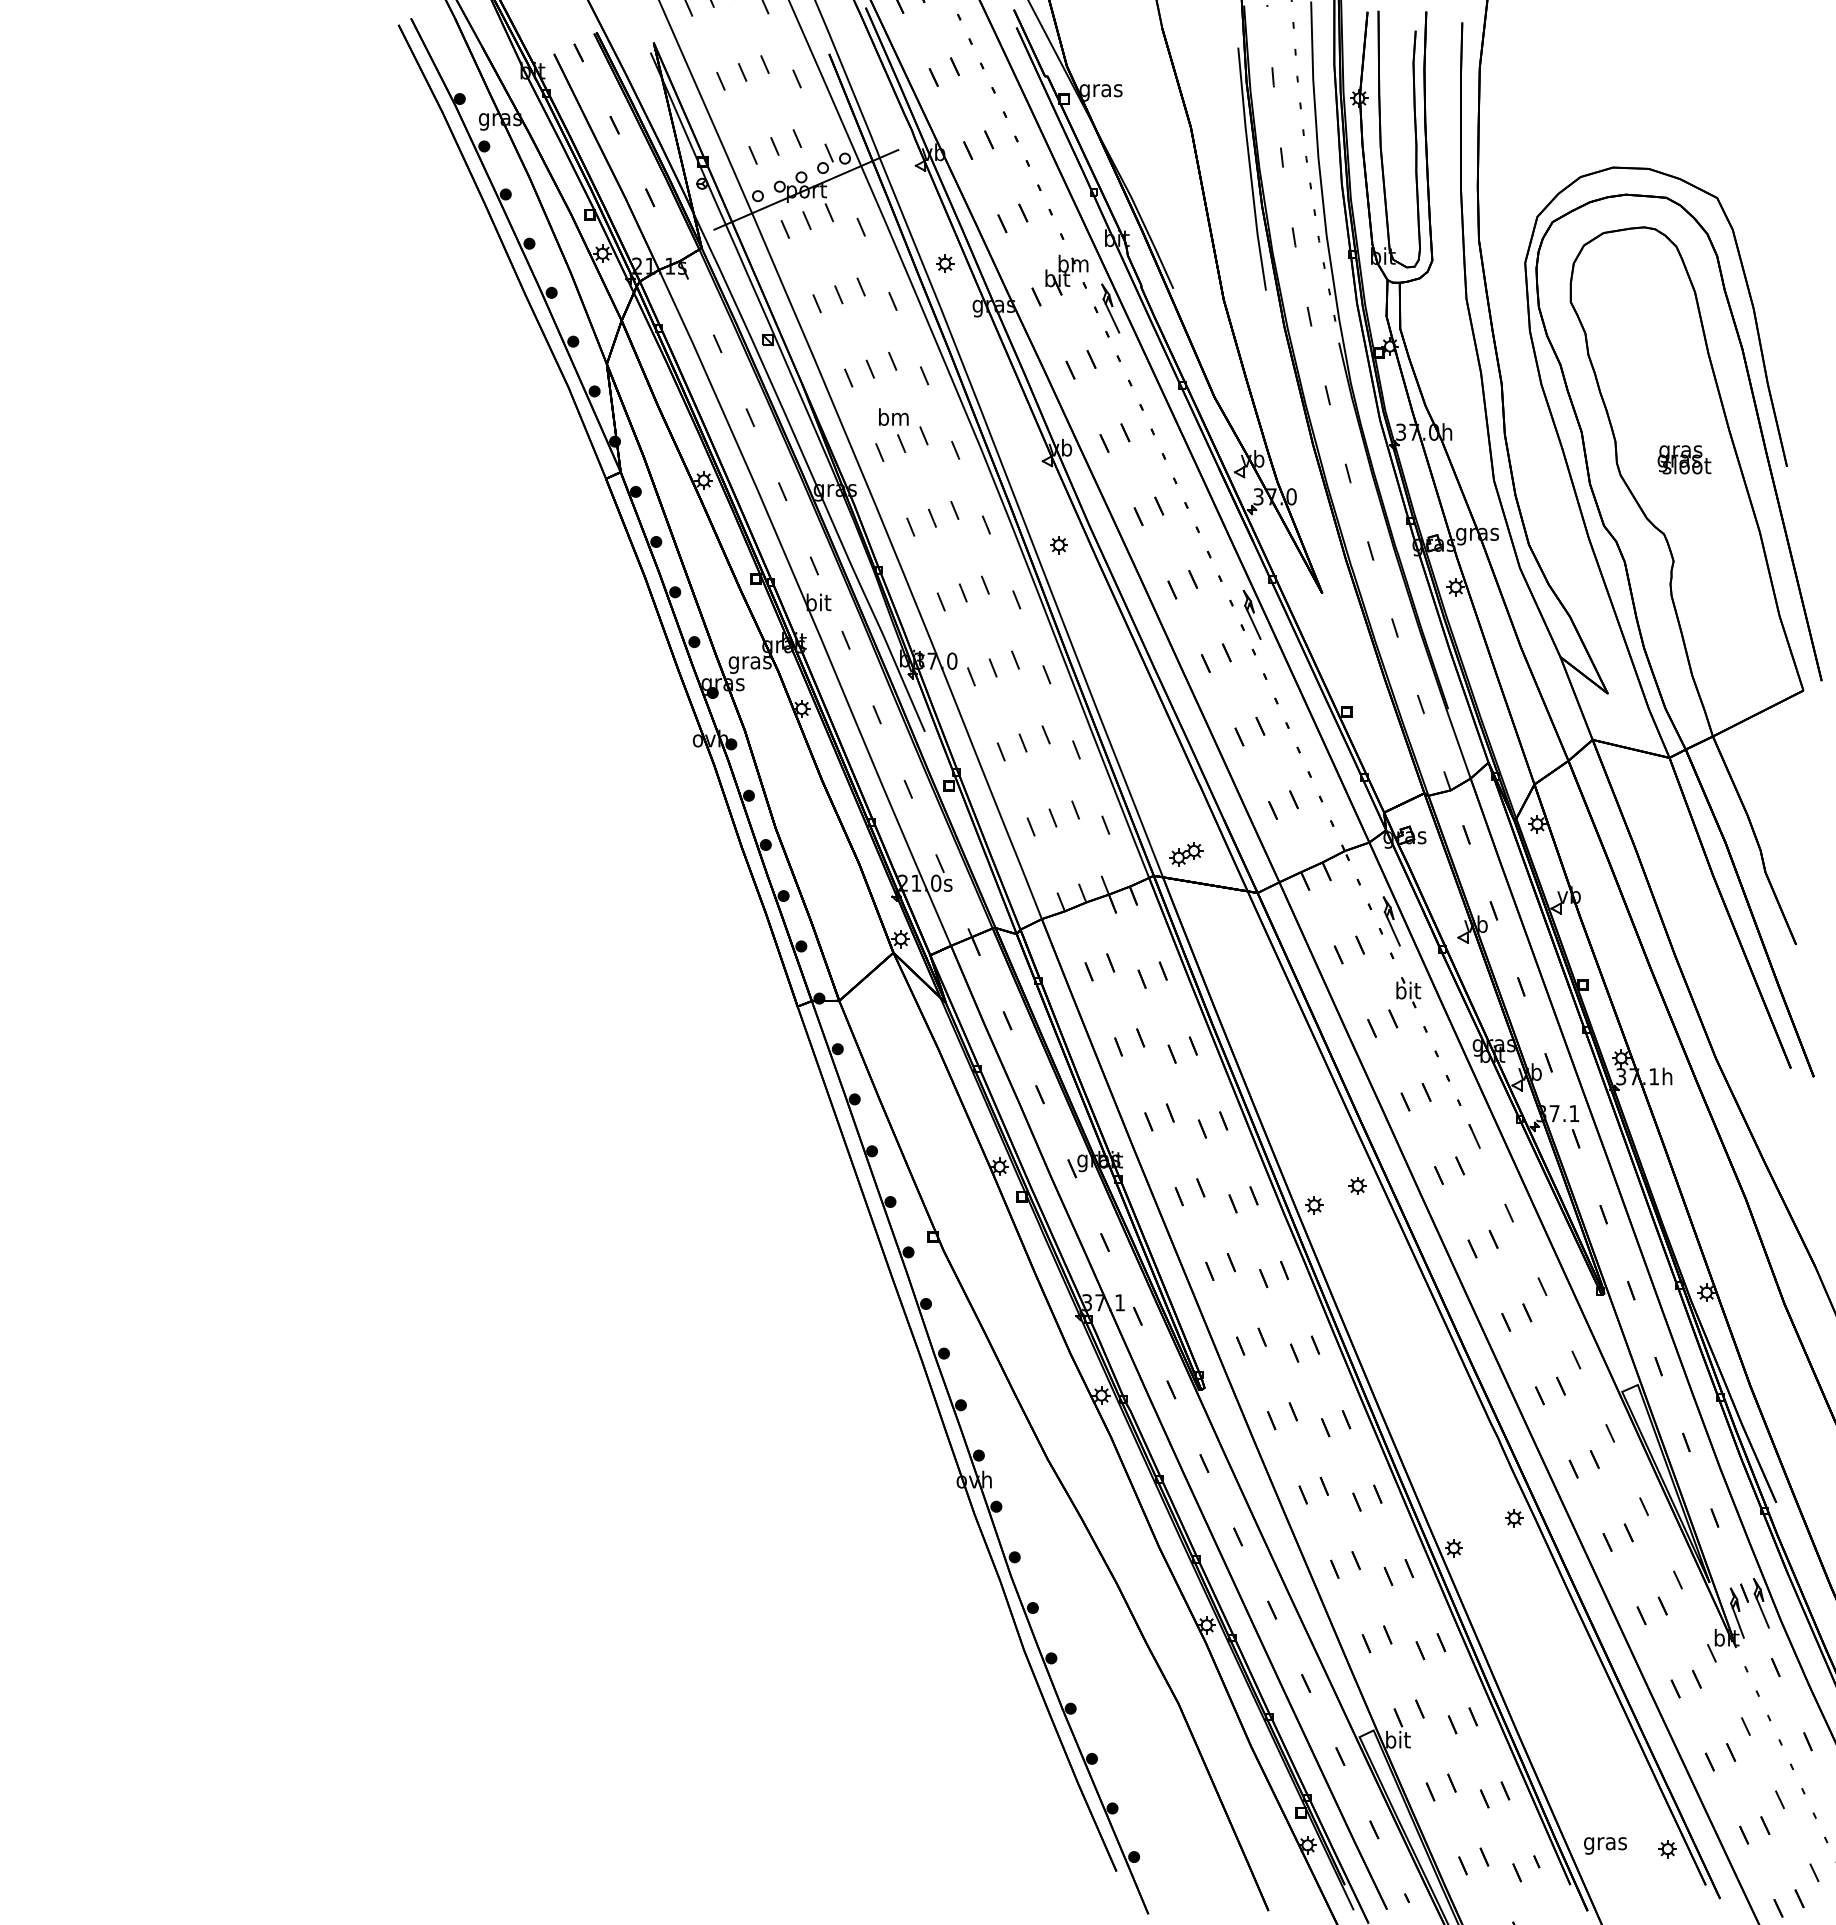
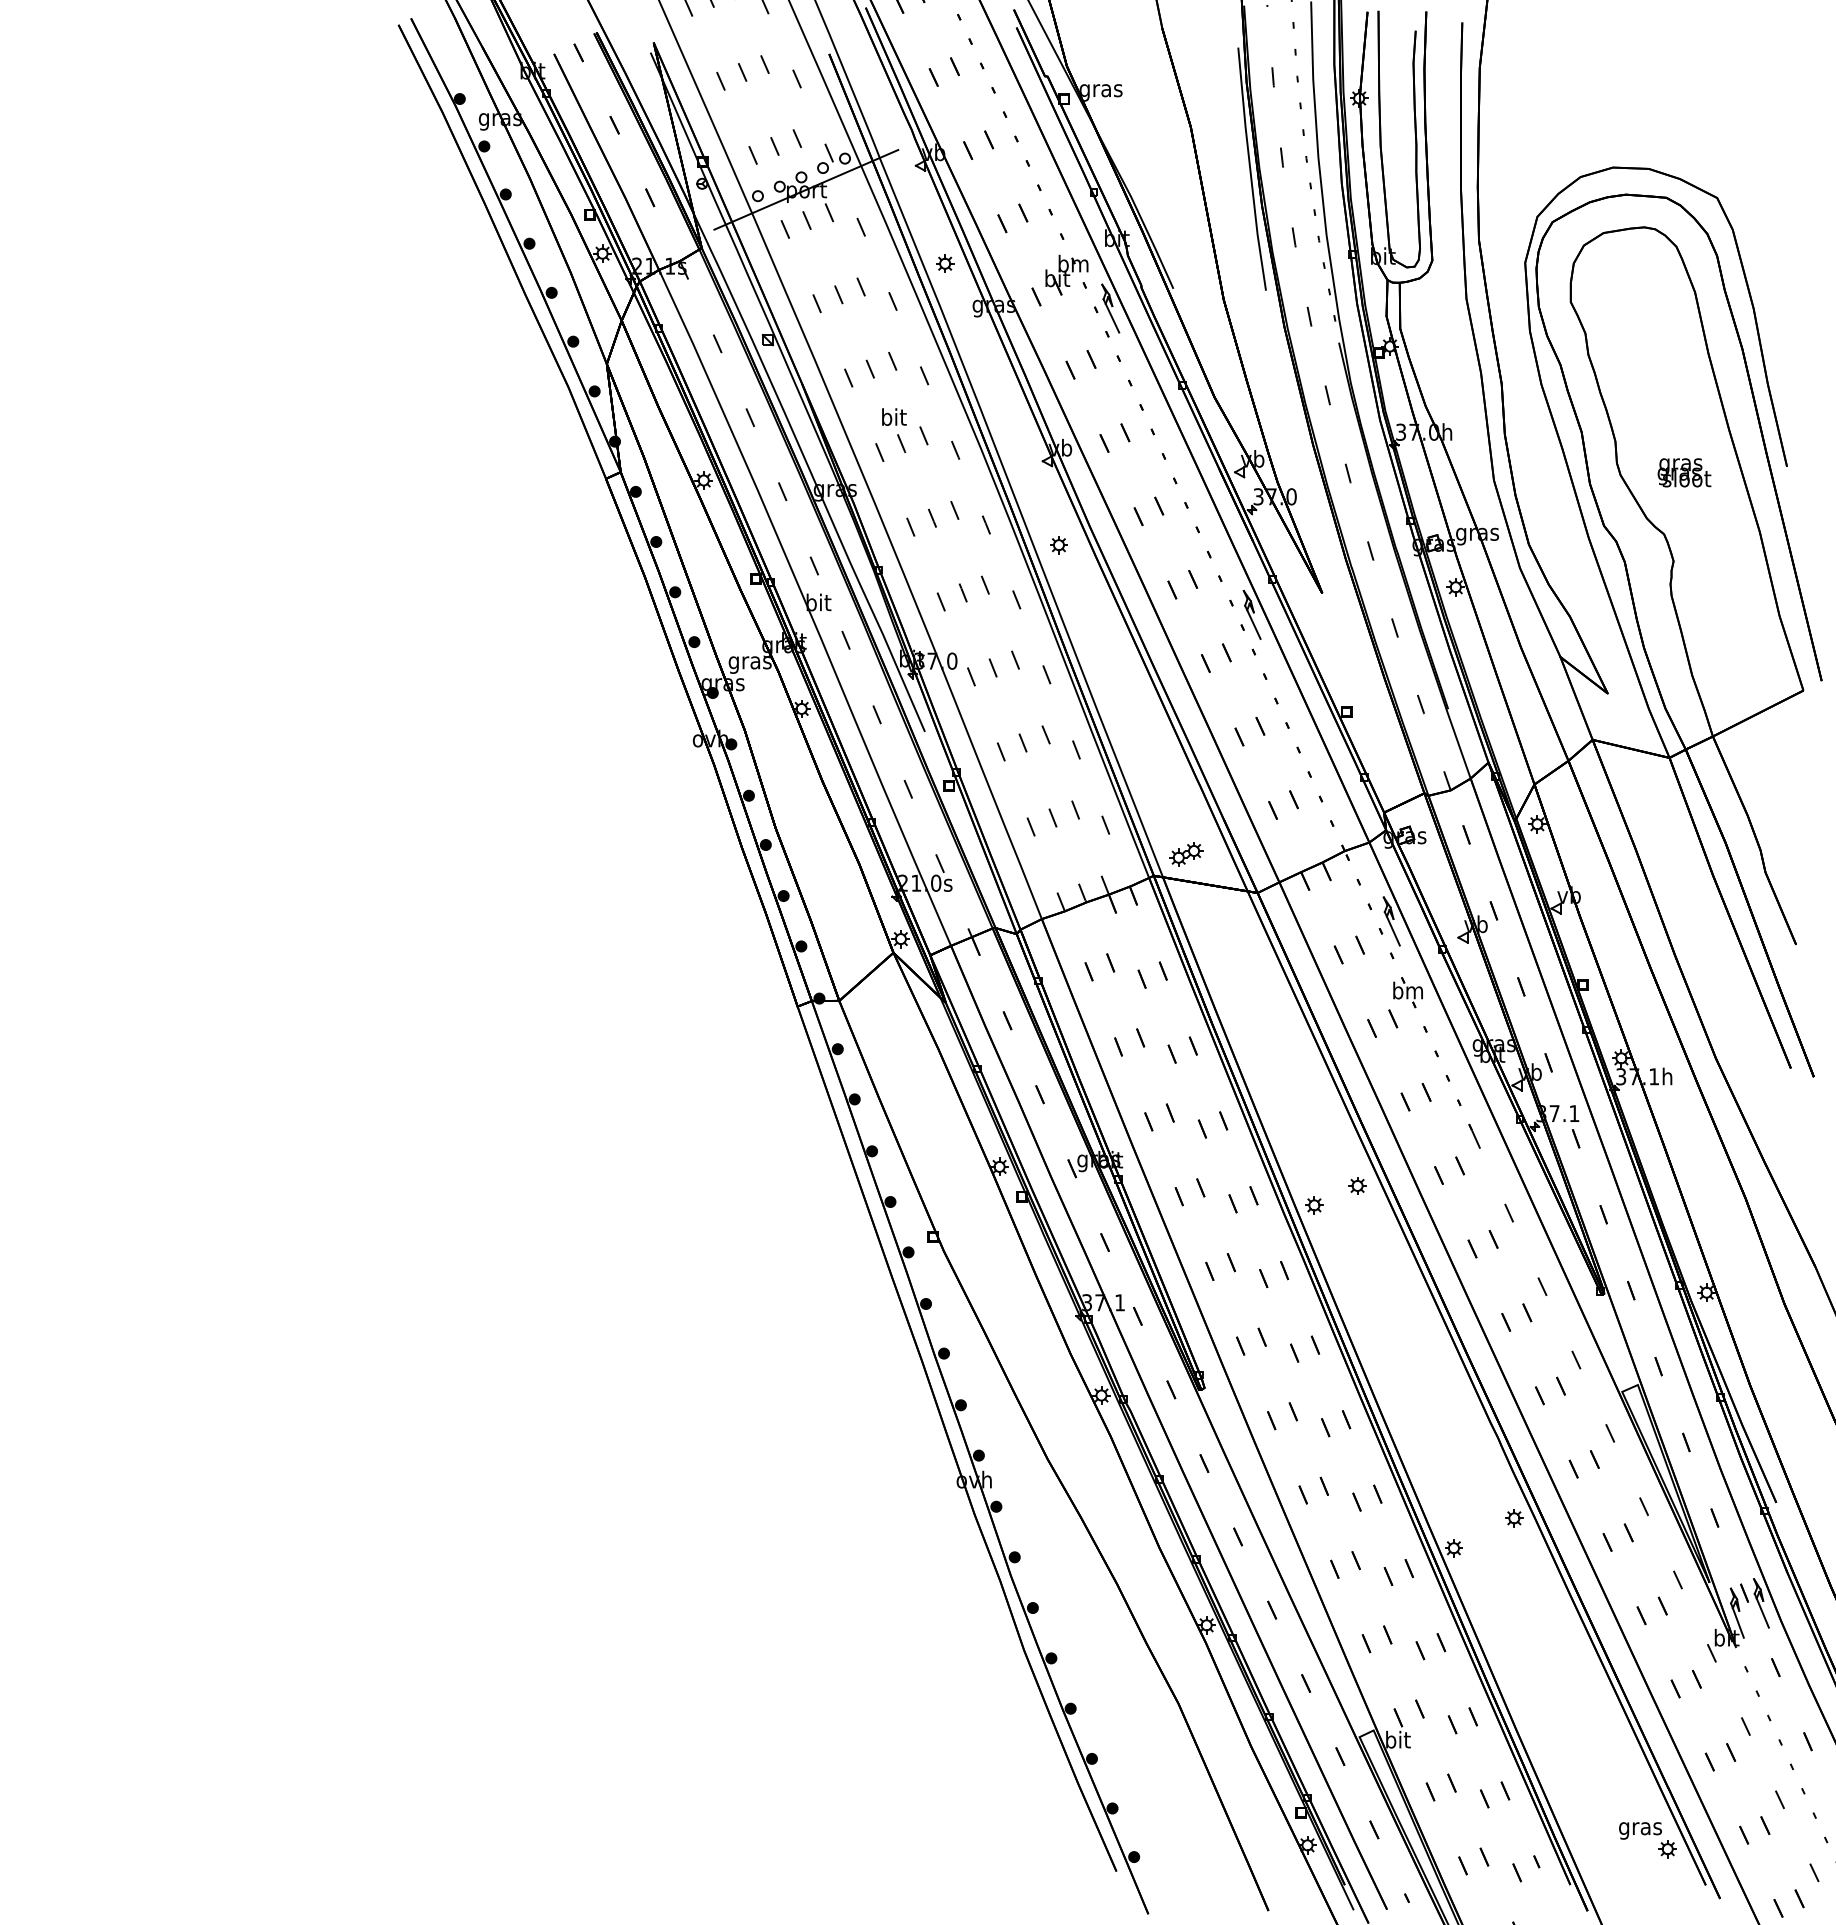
text at (893, 416): bm -> bit
text at (1684, 459) position: (1684, 459) -> (1684, 472)
text at (1407, 990): bit -> bm
text at (1605, 1845) position: (1605, 1845) -> (1640, 1830)
